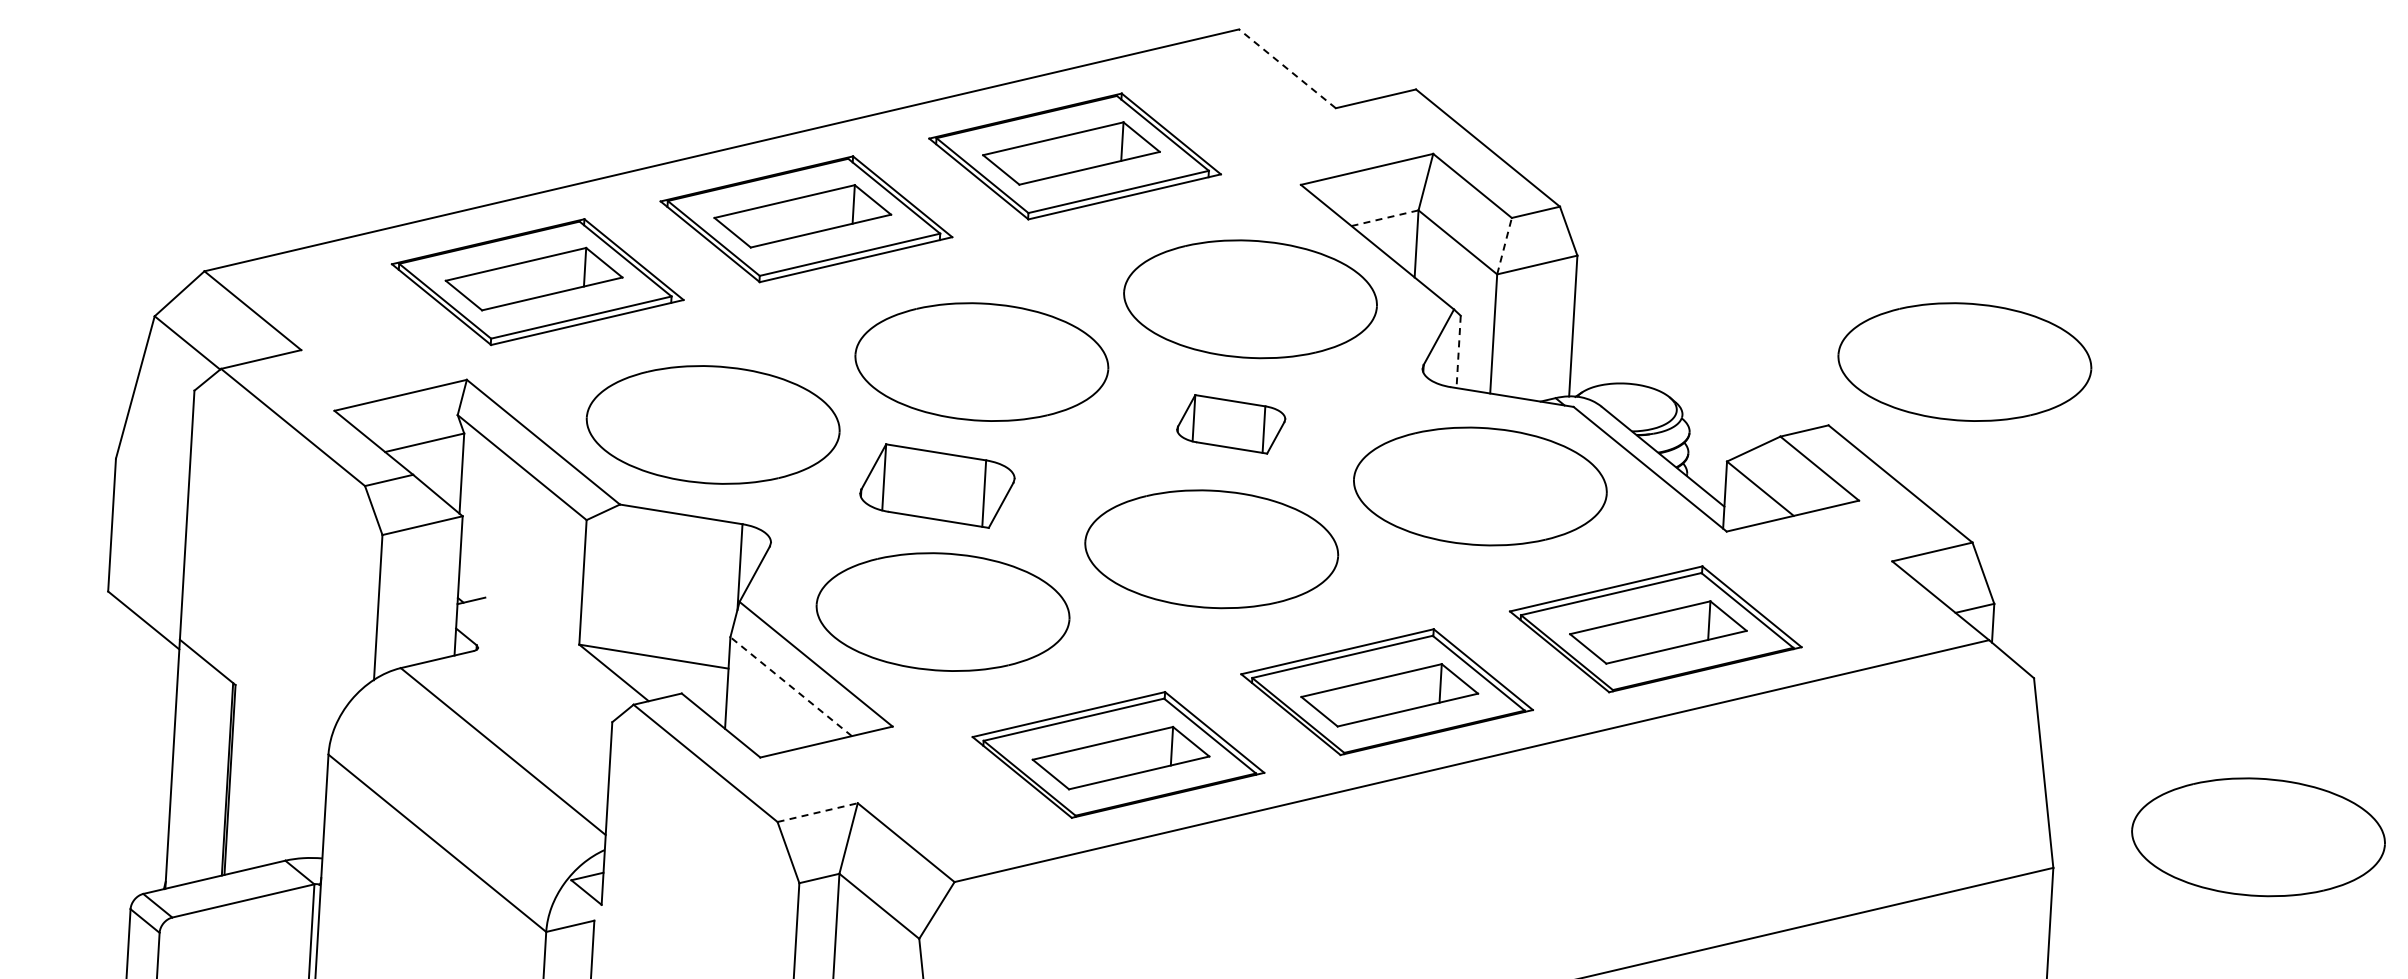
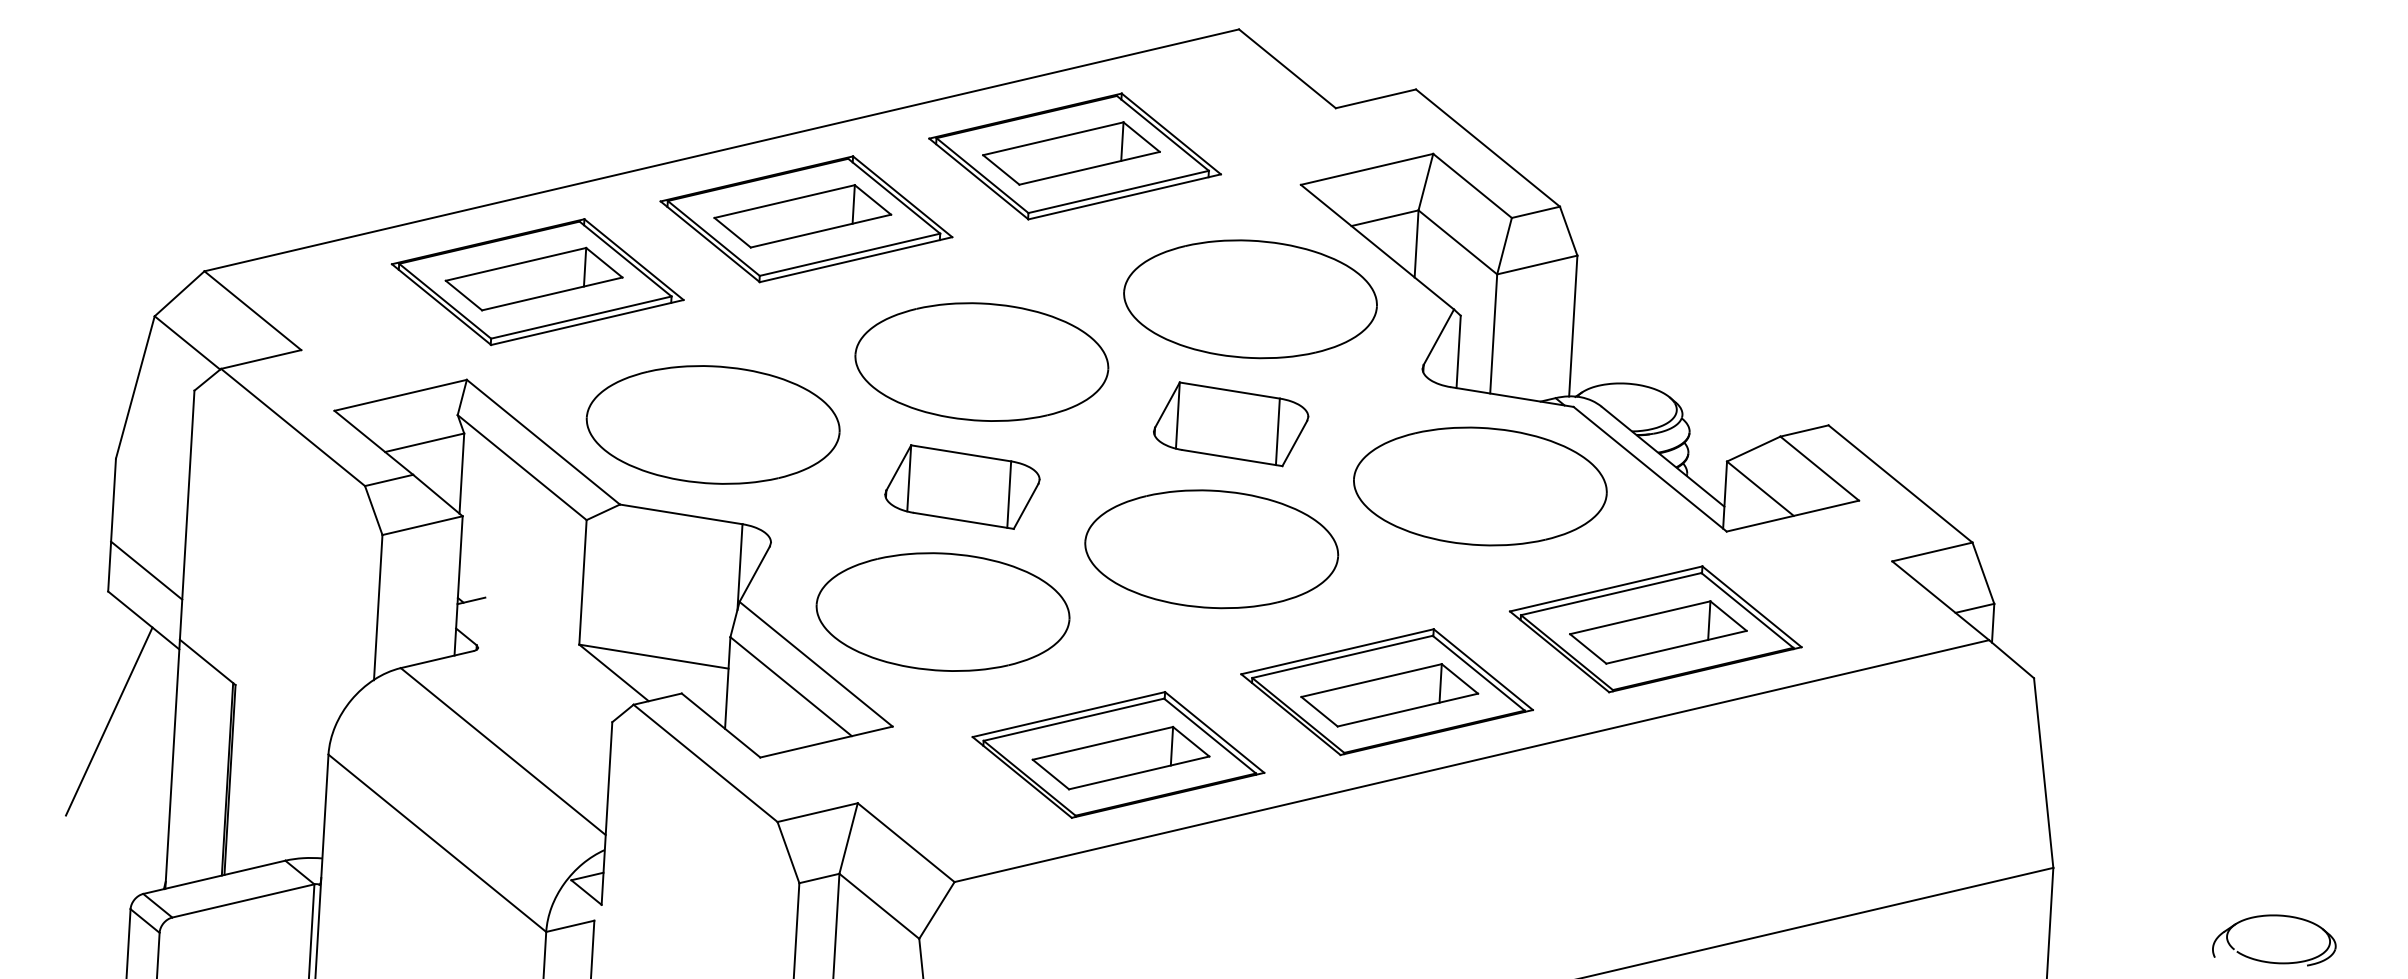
line at (1287, 68): dashed -> solid
line at (1385, 218): dashed -> solid
line at (1504, 245): dashed -> solid
line at (1458, 352): dashed -> solid
part at (1964, 361): present -> none
part at (1231, 424) size: 111x61 px -> 157x87 px
part at (937, 485) position: (937, 485) -> (962, 486)
line at (146, 570): none -> present
line at (790, 686): dashed -> solid
line at (108, 721): none -> present
line at (818, 812): dashed -> solid
part at (2258, 837): present -> none
part at (2272, 961): none -> present
